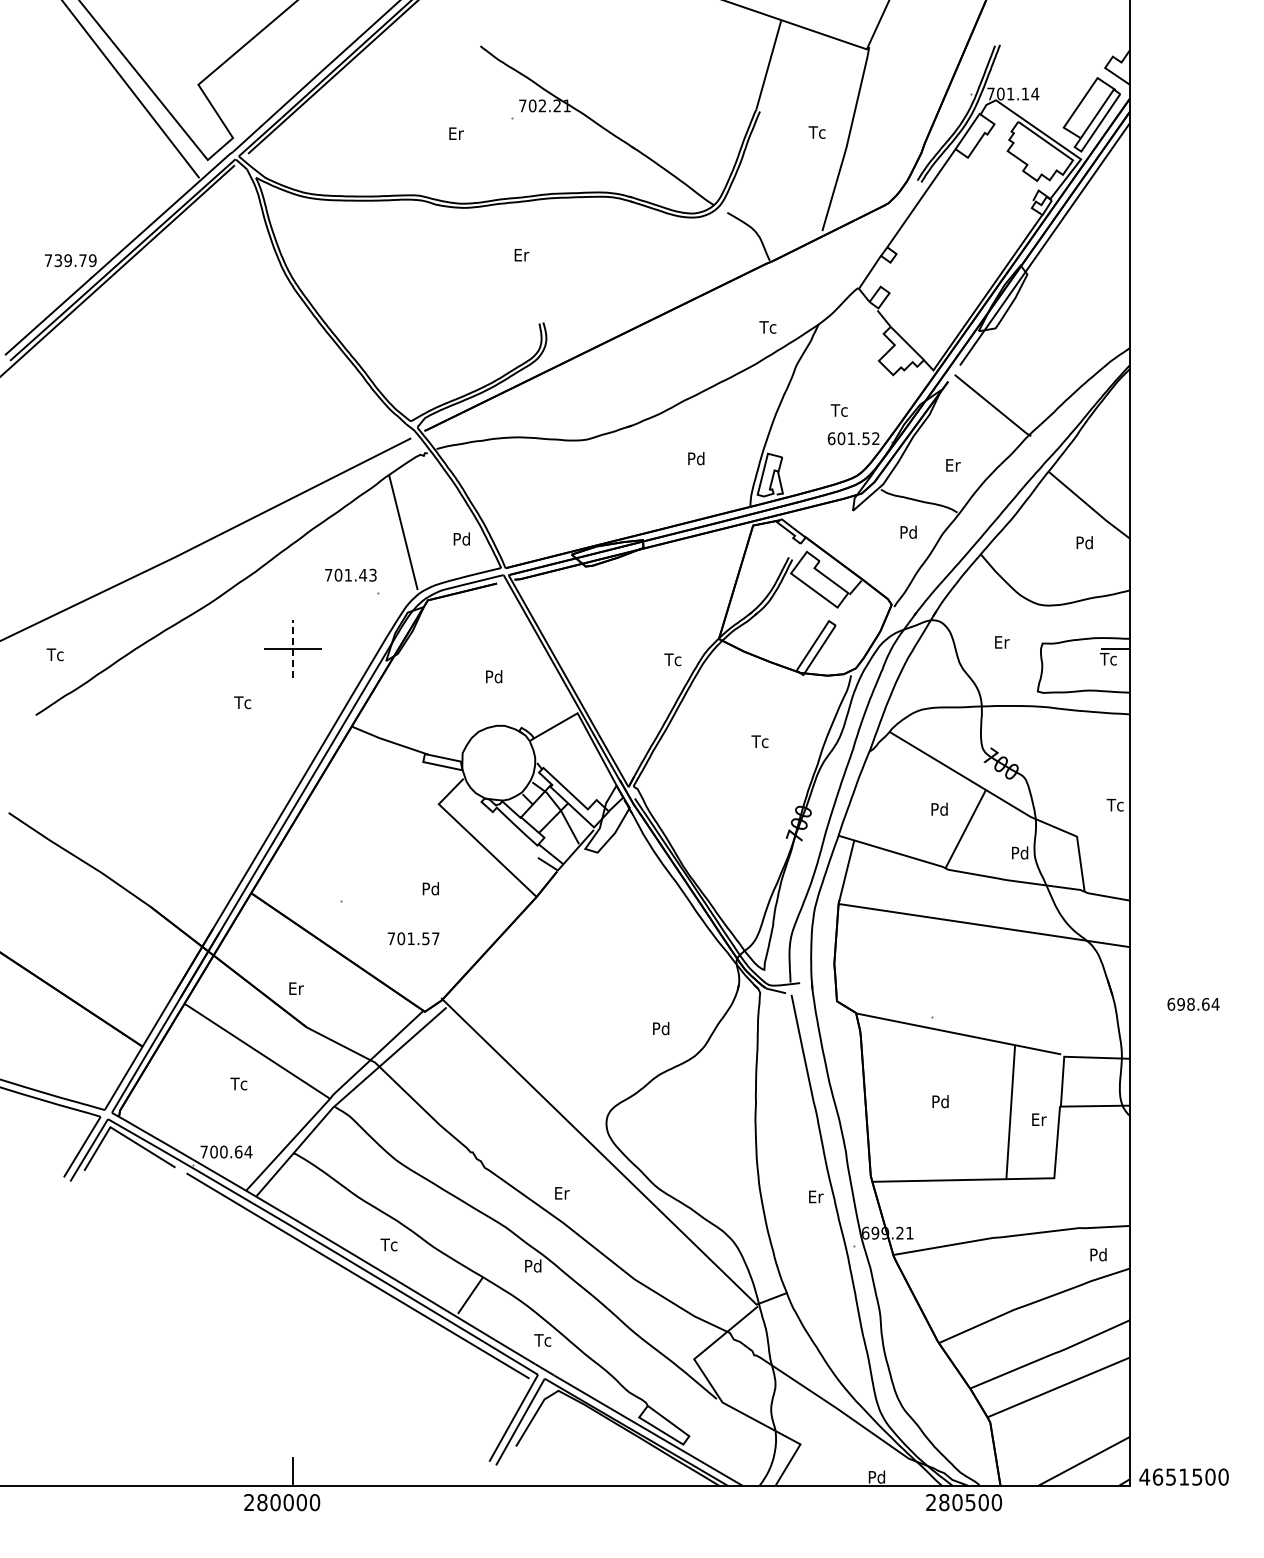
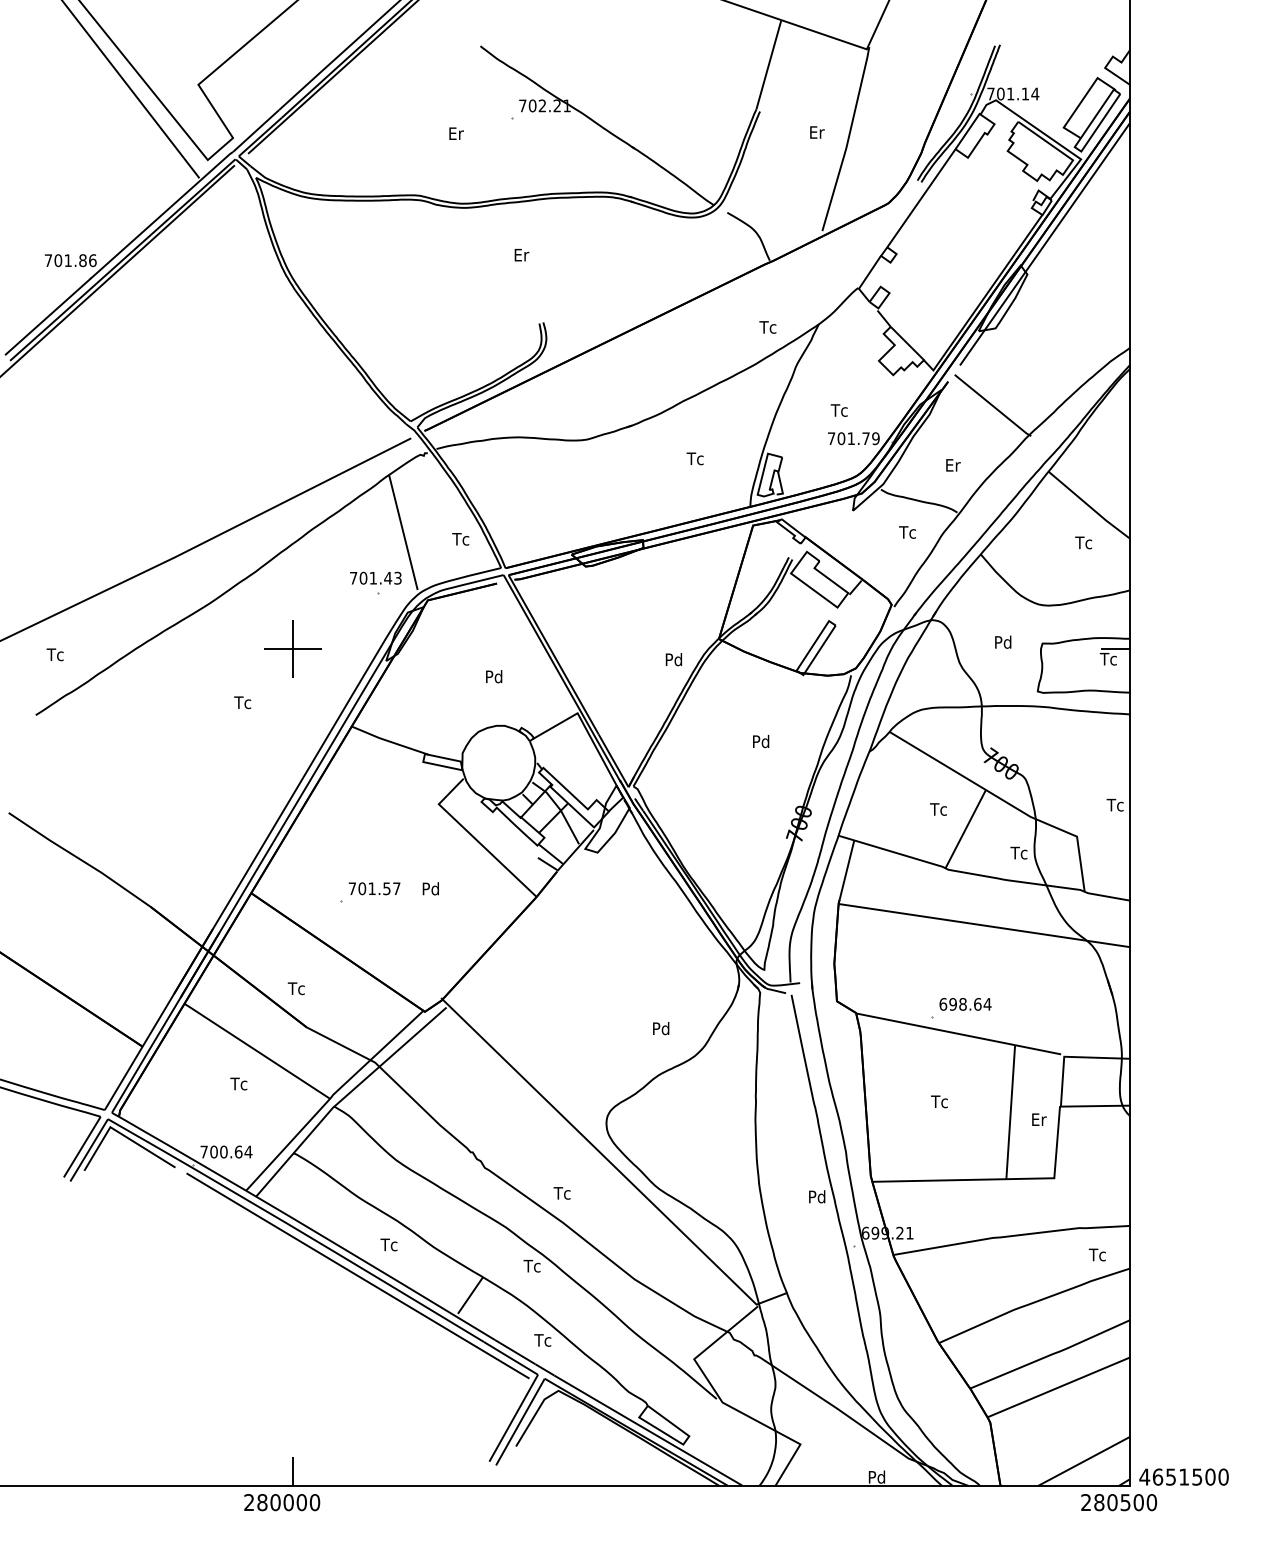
text at (816, 132): Tc -> Er
text at (75, 260): 739.79 -> 701.86
text at (853, 438): 601.52 -> 701.79
text at (695, 458): Pd -> Tc
text at (907, 531): Pd -> Tc
text at (460, 538): Pd -> Tc
text at (1083, 542): Pd -> Tc
text at (350, 574) position: (350, 574) -> (375, 577)
text at (1003, 641): Er -> Pd
line at (292, 648): dashed -> solid
text at (673, 659): Tc -> Pd
text at (760, 741): Tc -> Pd
text at (938, 808): Pd -> Tc
text at (1019, 852): Pd -> Tc
text at (413, 938) position: (413, 938) -> (374, 888)
text at (295, 988): Er -> Tc
text at (1193, 1004) position: (1193, 1004) -> (965, 1004)
text at (939, 1101): Pd -> Tc
text at (561, 1193): Er -> Tc
text at (817, 1196): Er -> Pd
text at (1097, 1254): Pd -> Tc
text at (532, 1265): Pd -> Tc
text at (964, 1502) position: (964, 1502) -> (1119, 1502)
